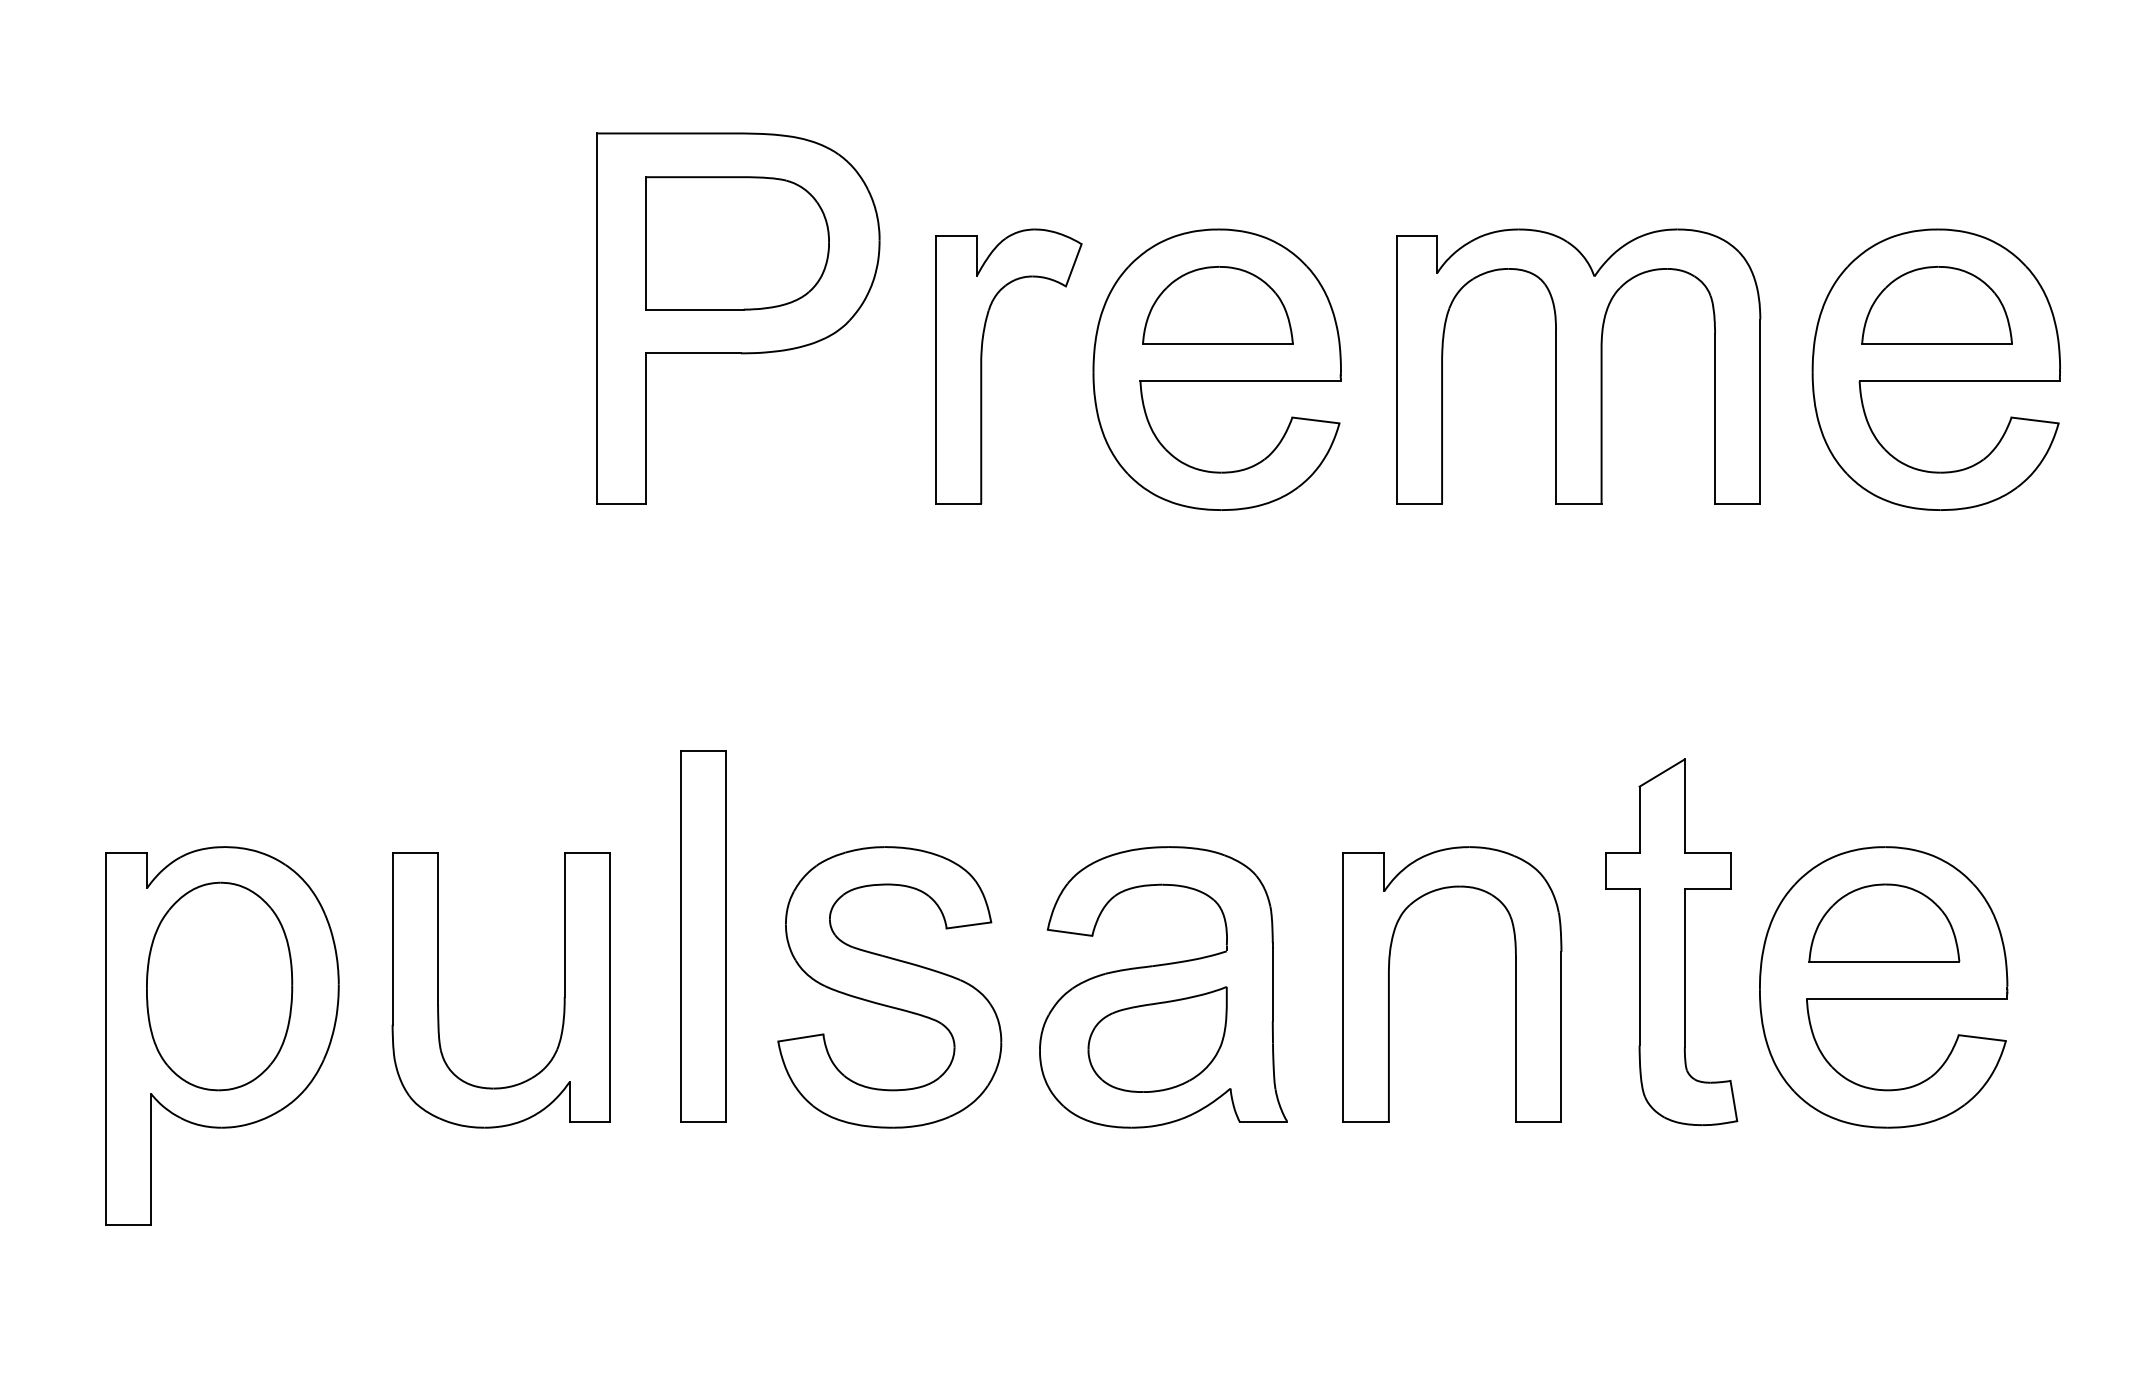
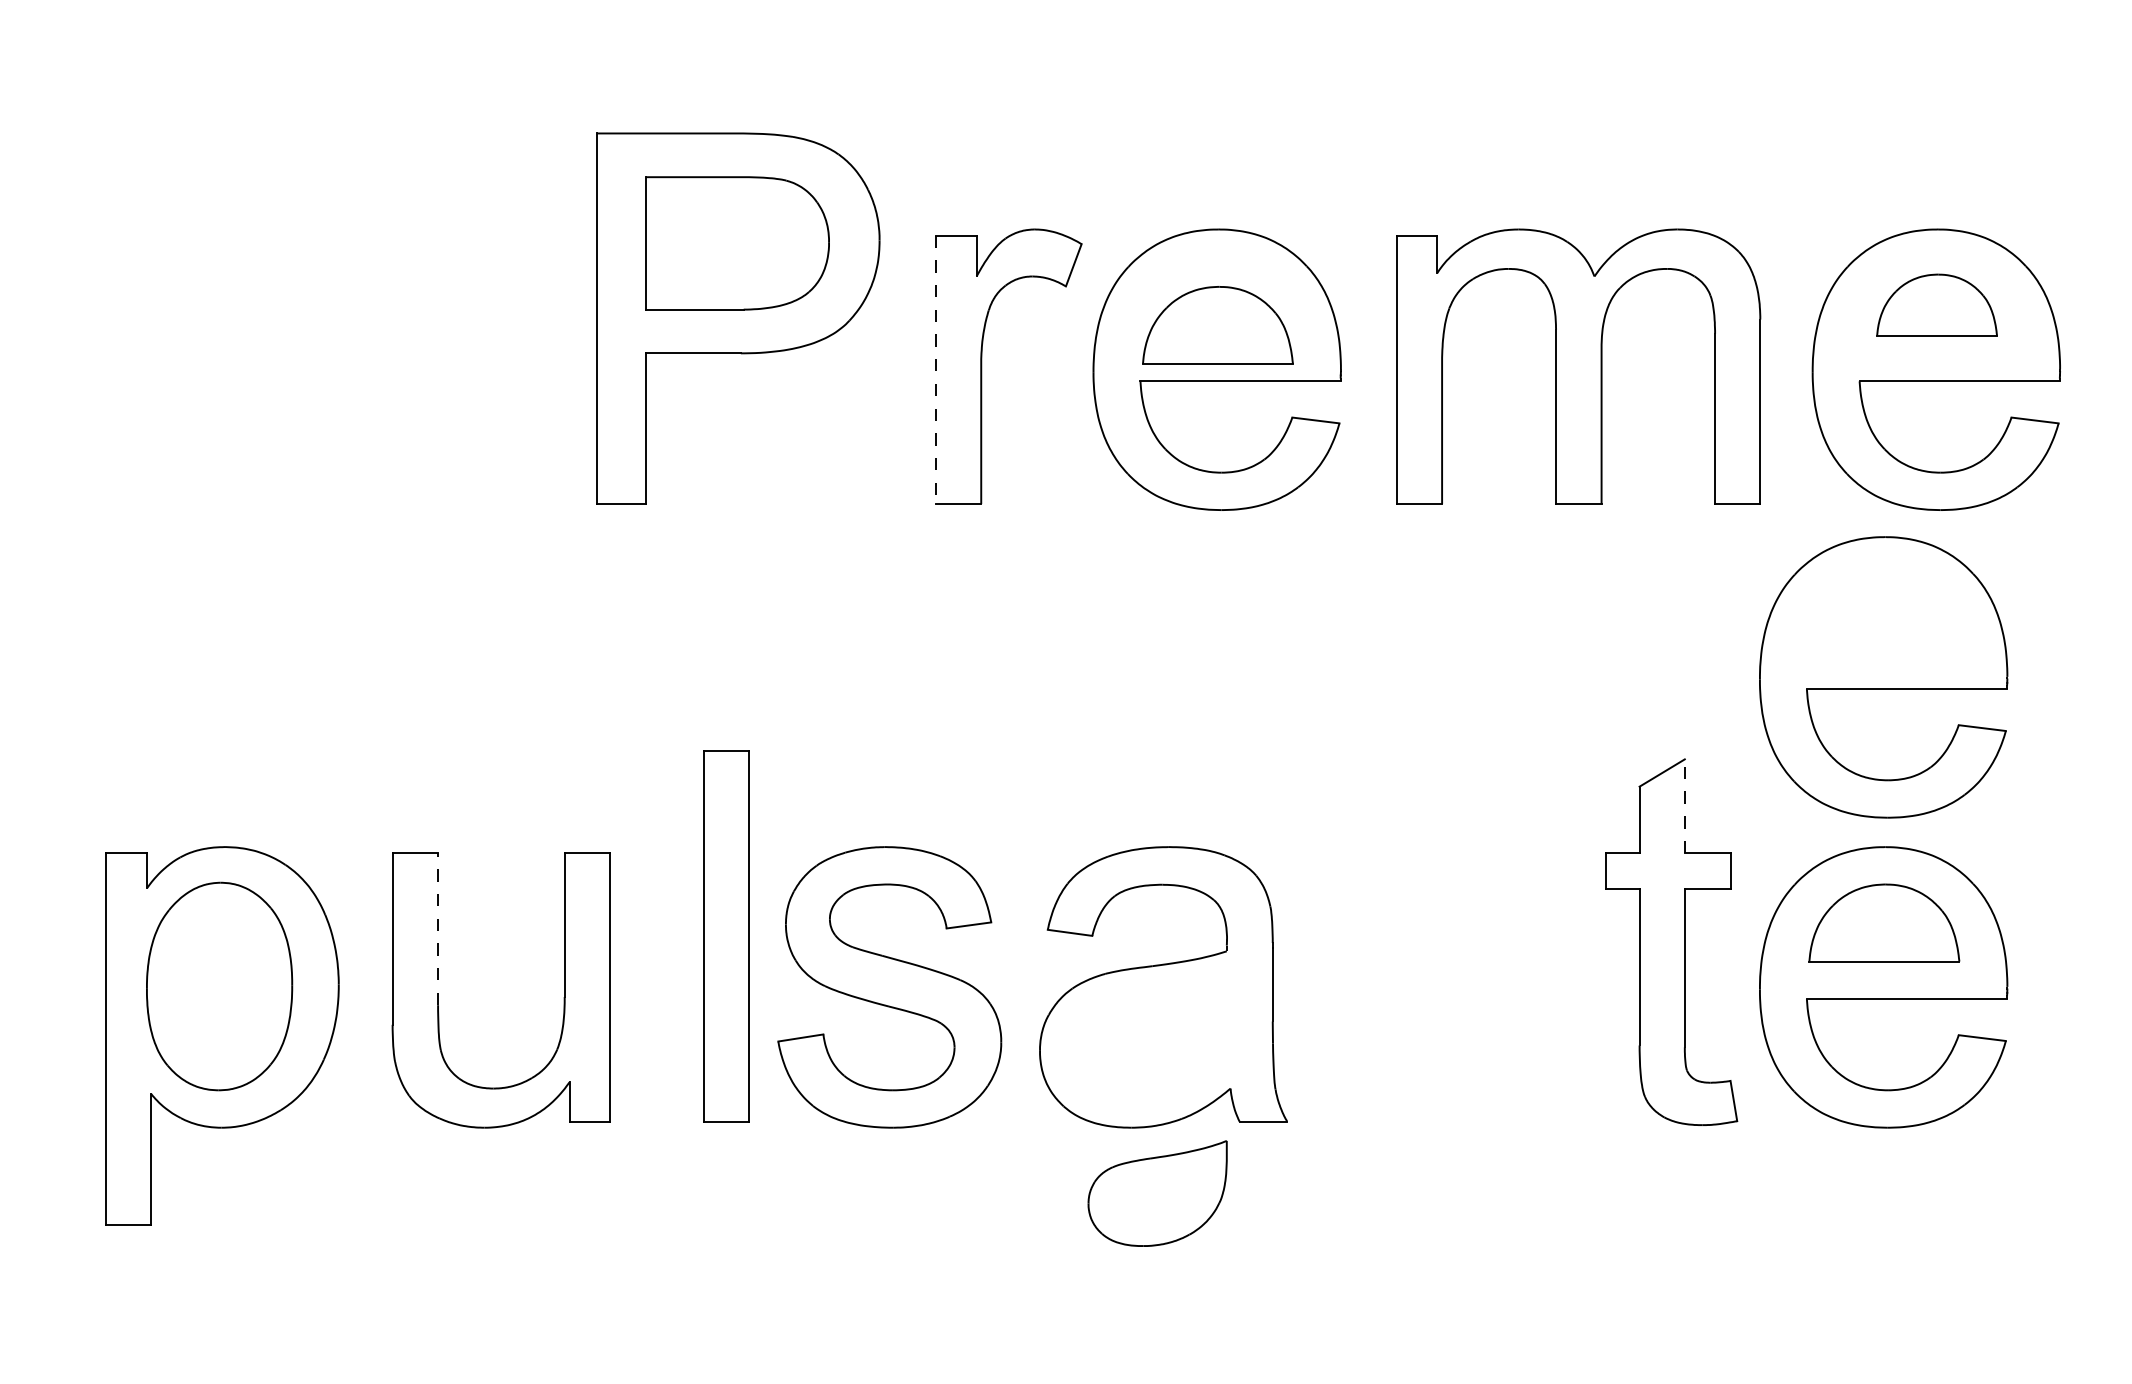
part at (1217, 305) position: (1217, 305) -> (1217, 325)
part at (1936, 305) size: 152x79 px -> 122x64 px
line at (935, 370): solid -> dashed
part at (1883, 677): none -> present
line at (1684, 806): solid -> dashed
line at (438, 929): solid -> dashed
part at (703, 936) position: (703, 936) -> (726, 936)
part at (1389, 984): present -> none
part at (1157, 1039) position: (1157, 1039) -> (1157, 1193)
